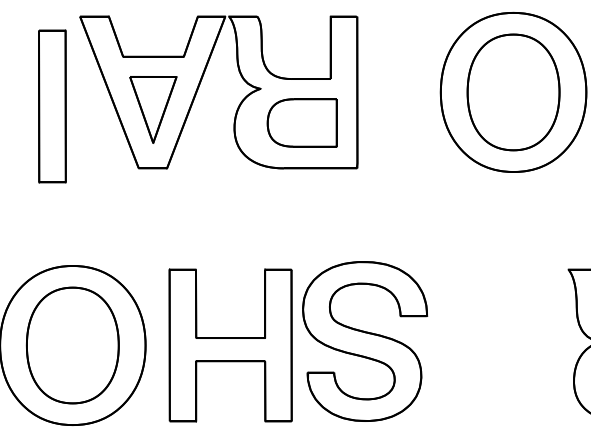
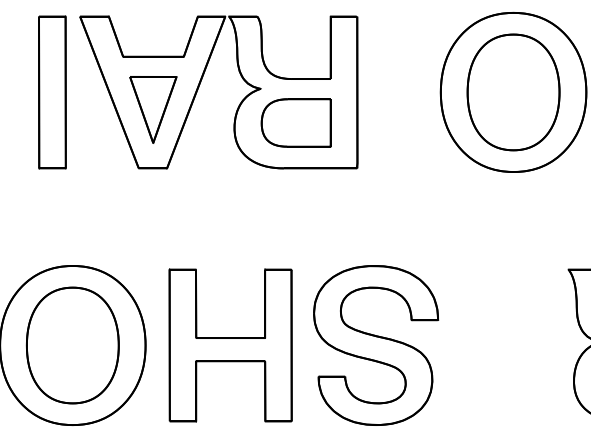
part at (52, 106) position: (52, 106) -> (52, 92)
part at (301, 122) position: (301, 122) -> (295, 122)
part at (365, 341) position: (365, 341) -> (376, 345)
